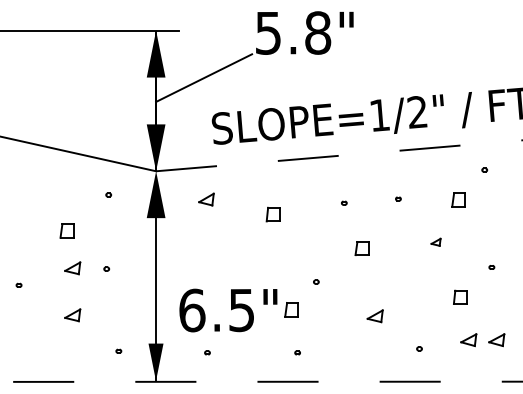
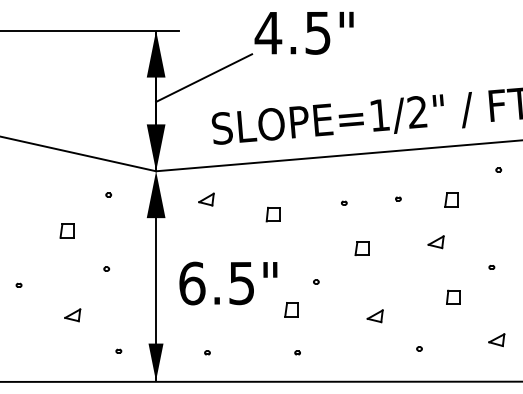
text at (292, 32): 5.8" -> 4.5"
line at (339, 155): dashed -> solid
part at (484, 169) position: (484, 169) -> (498, 169)
part at (458, 199) position: (458, 199) -> (451, 199)
part at (435, 241) size: 12x10 px -> 18x15 px
part at (72, 268): present -> none
part at (460, 296) position: (460, 296) -> (453, 296)
text at (228, 310) position: (228, 310) -> (228, 283)
part at (468, 340): present -> none
line at (262, 381): dashed -> solid
